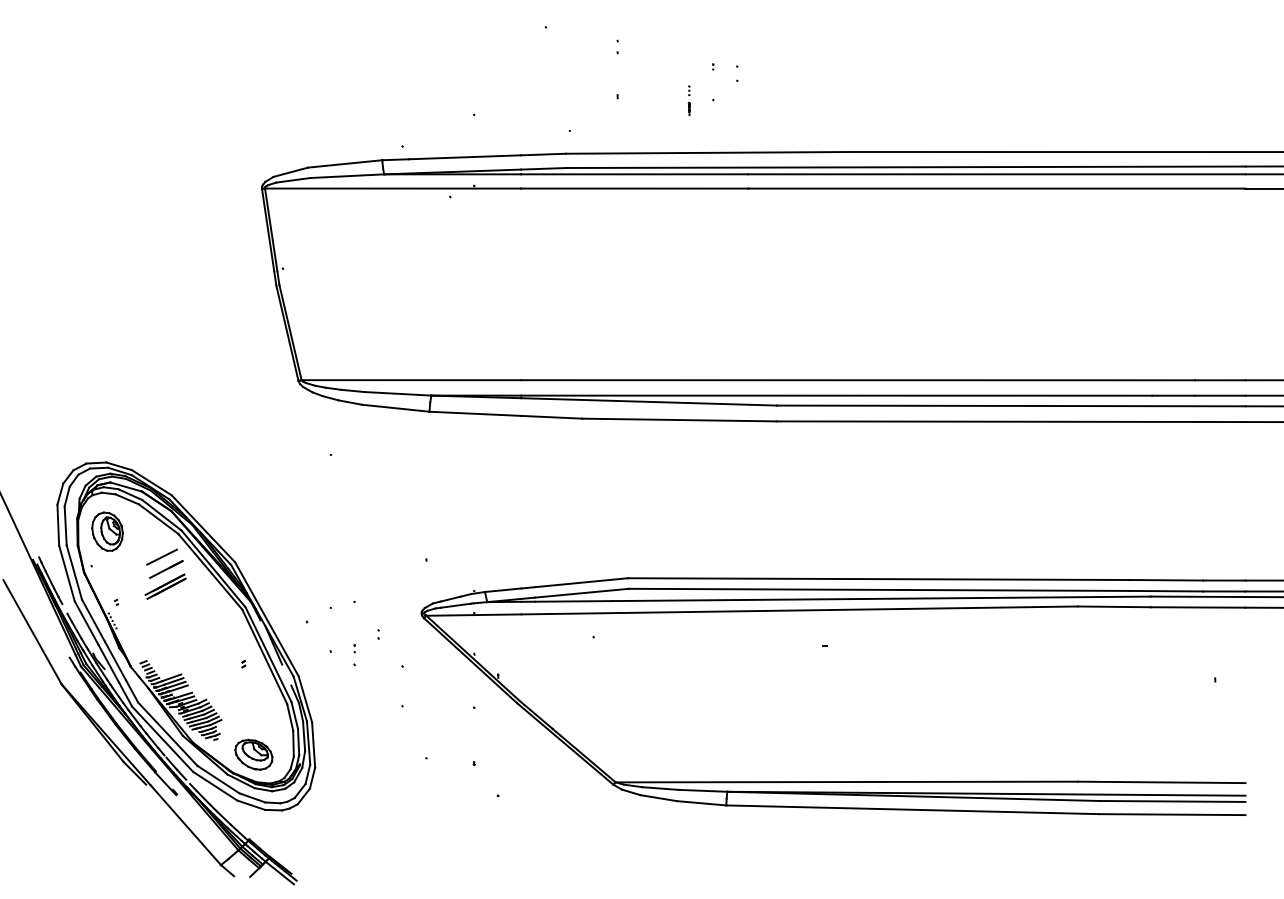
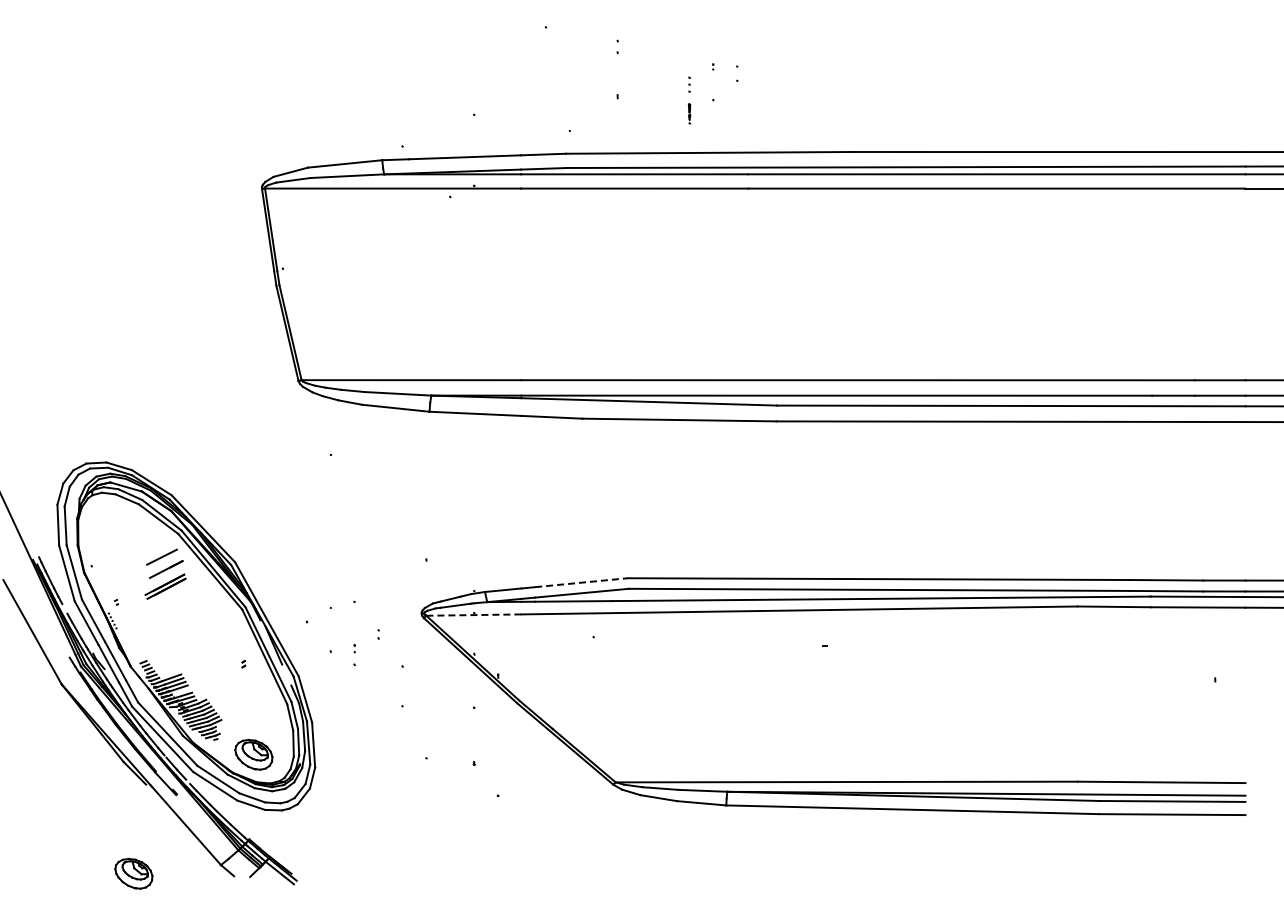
part at (688, 100) size: 4x32 px -> 4x49 px
part at (107, 531): present -> none
line at (582, 582): solid -> dashed
line at (473, 615): solid -> dashed
part at (133, 873): none -> present
